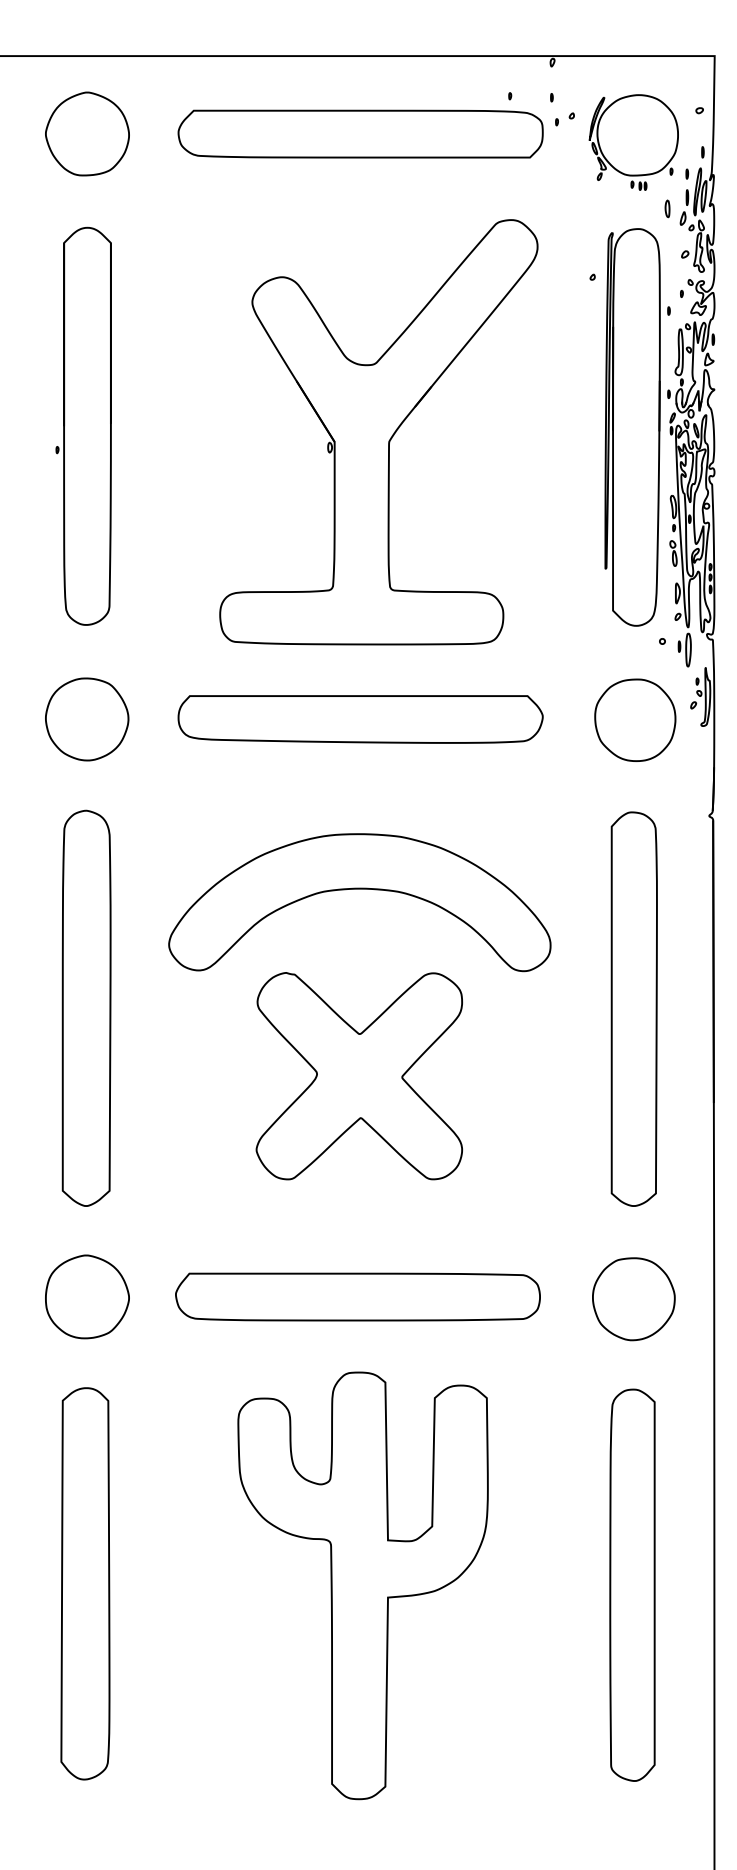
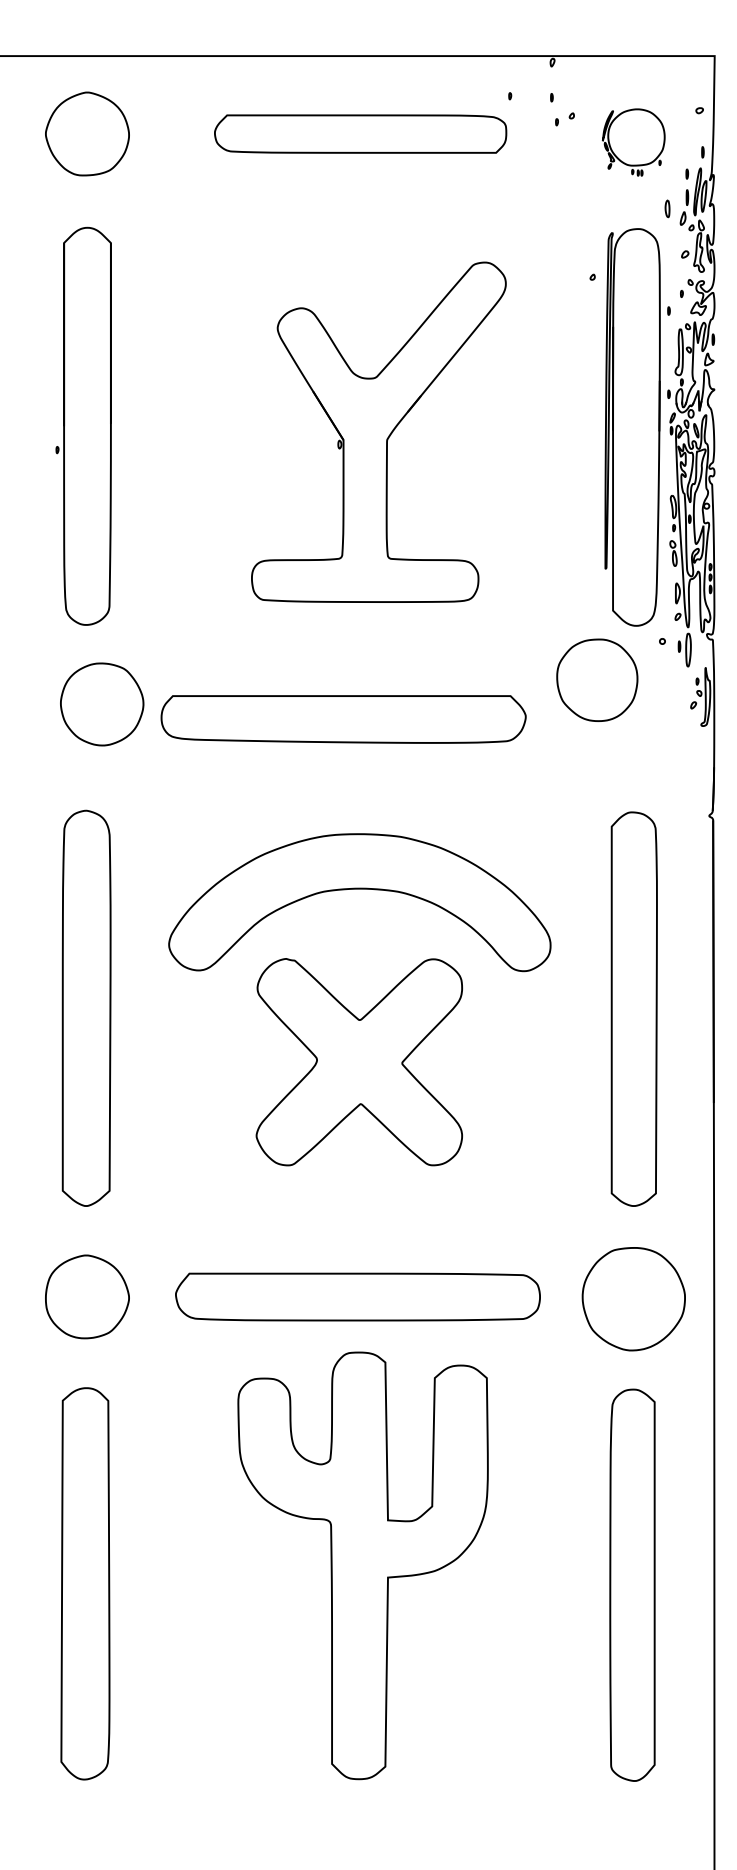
part at (360, 133) size: 367x50 px -> 294x40 px
part at (633, 142) size: 91x97 px -> 64x69 px
part at (378, 432) size: 320x427 px -> 256x342 px
part at (87, 719) position: (87, 719) -> (102, 704)
part at (360, 719) position: (360, 719) -> (343, 719)
part at (635, 719) position: (635, 719) -> (597, 679)
part at (358, 1076) position: (358, 1076) -> (358, 1062)
part at (633, 1299) size: 84x85 px -> 105x105 px
part at (362, 1585) position: (362, 1585) -> (362, 1565)
